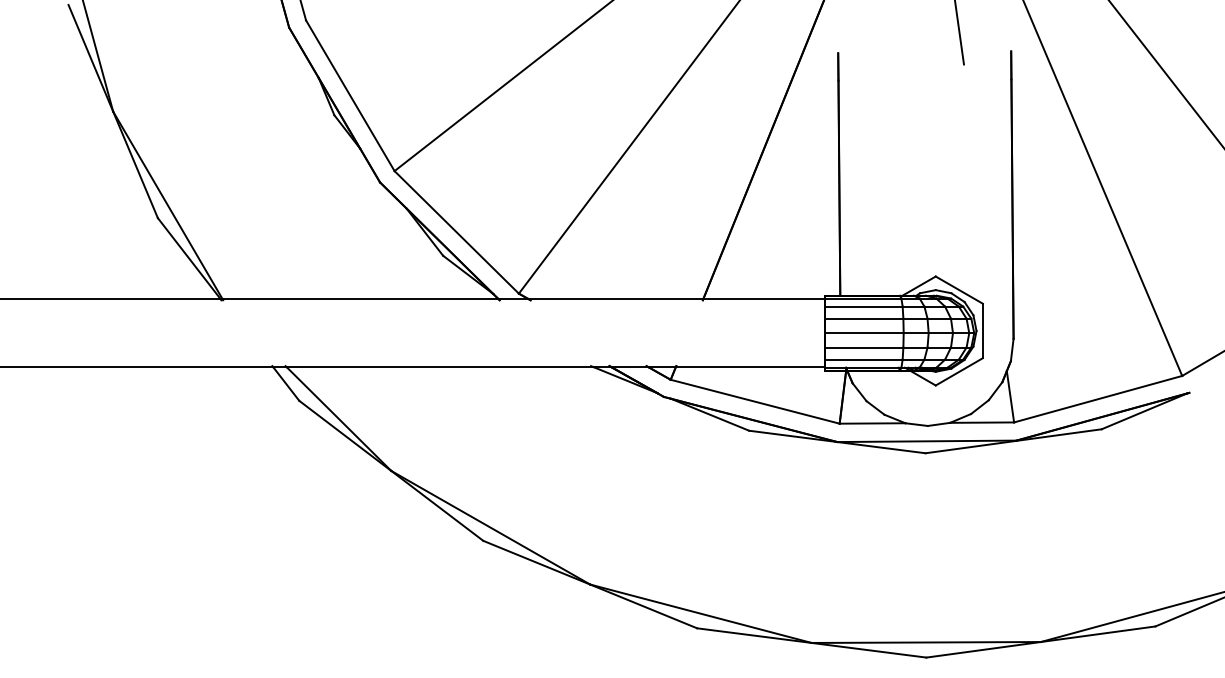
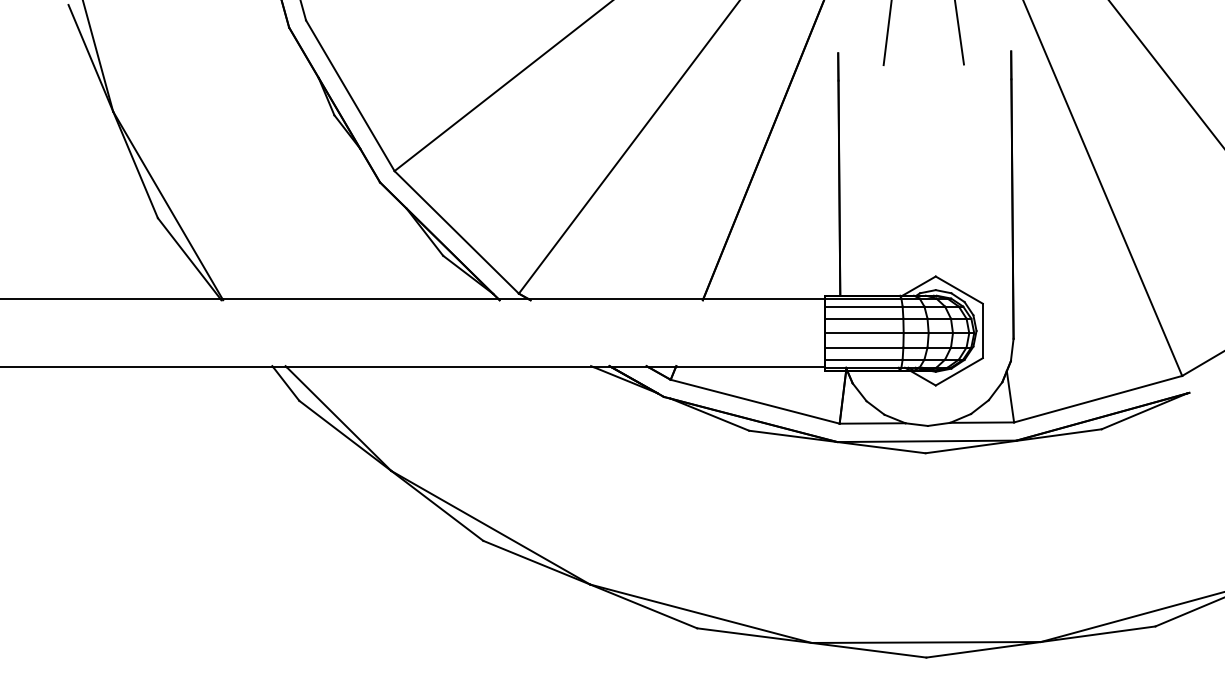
line at (887, 33): none -> present
